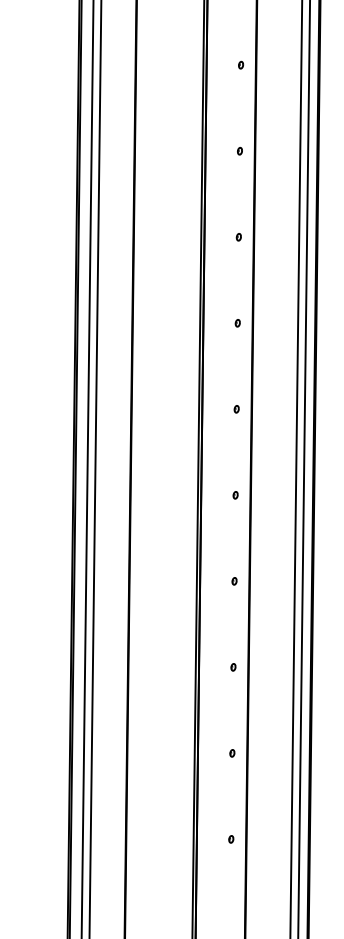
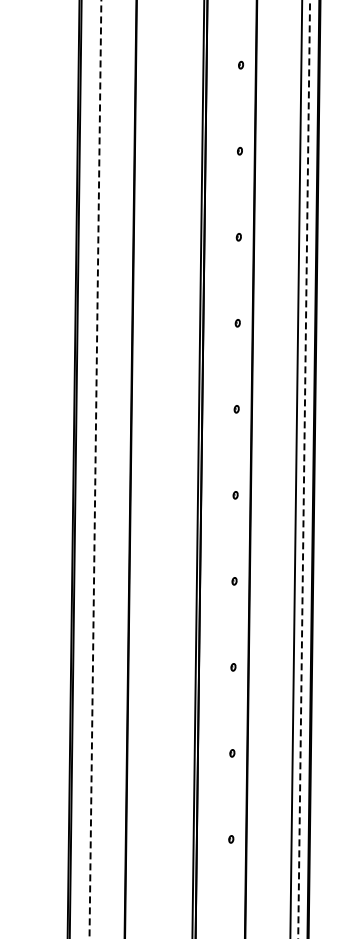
line at (87, 468): present -> none
line at (95, 468): solid -> dashed
line at (304, 468): solid -> dashed
